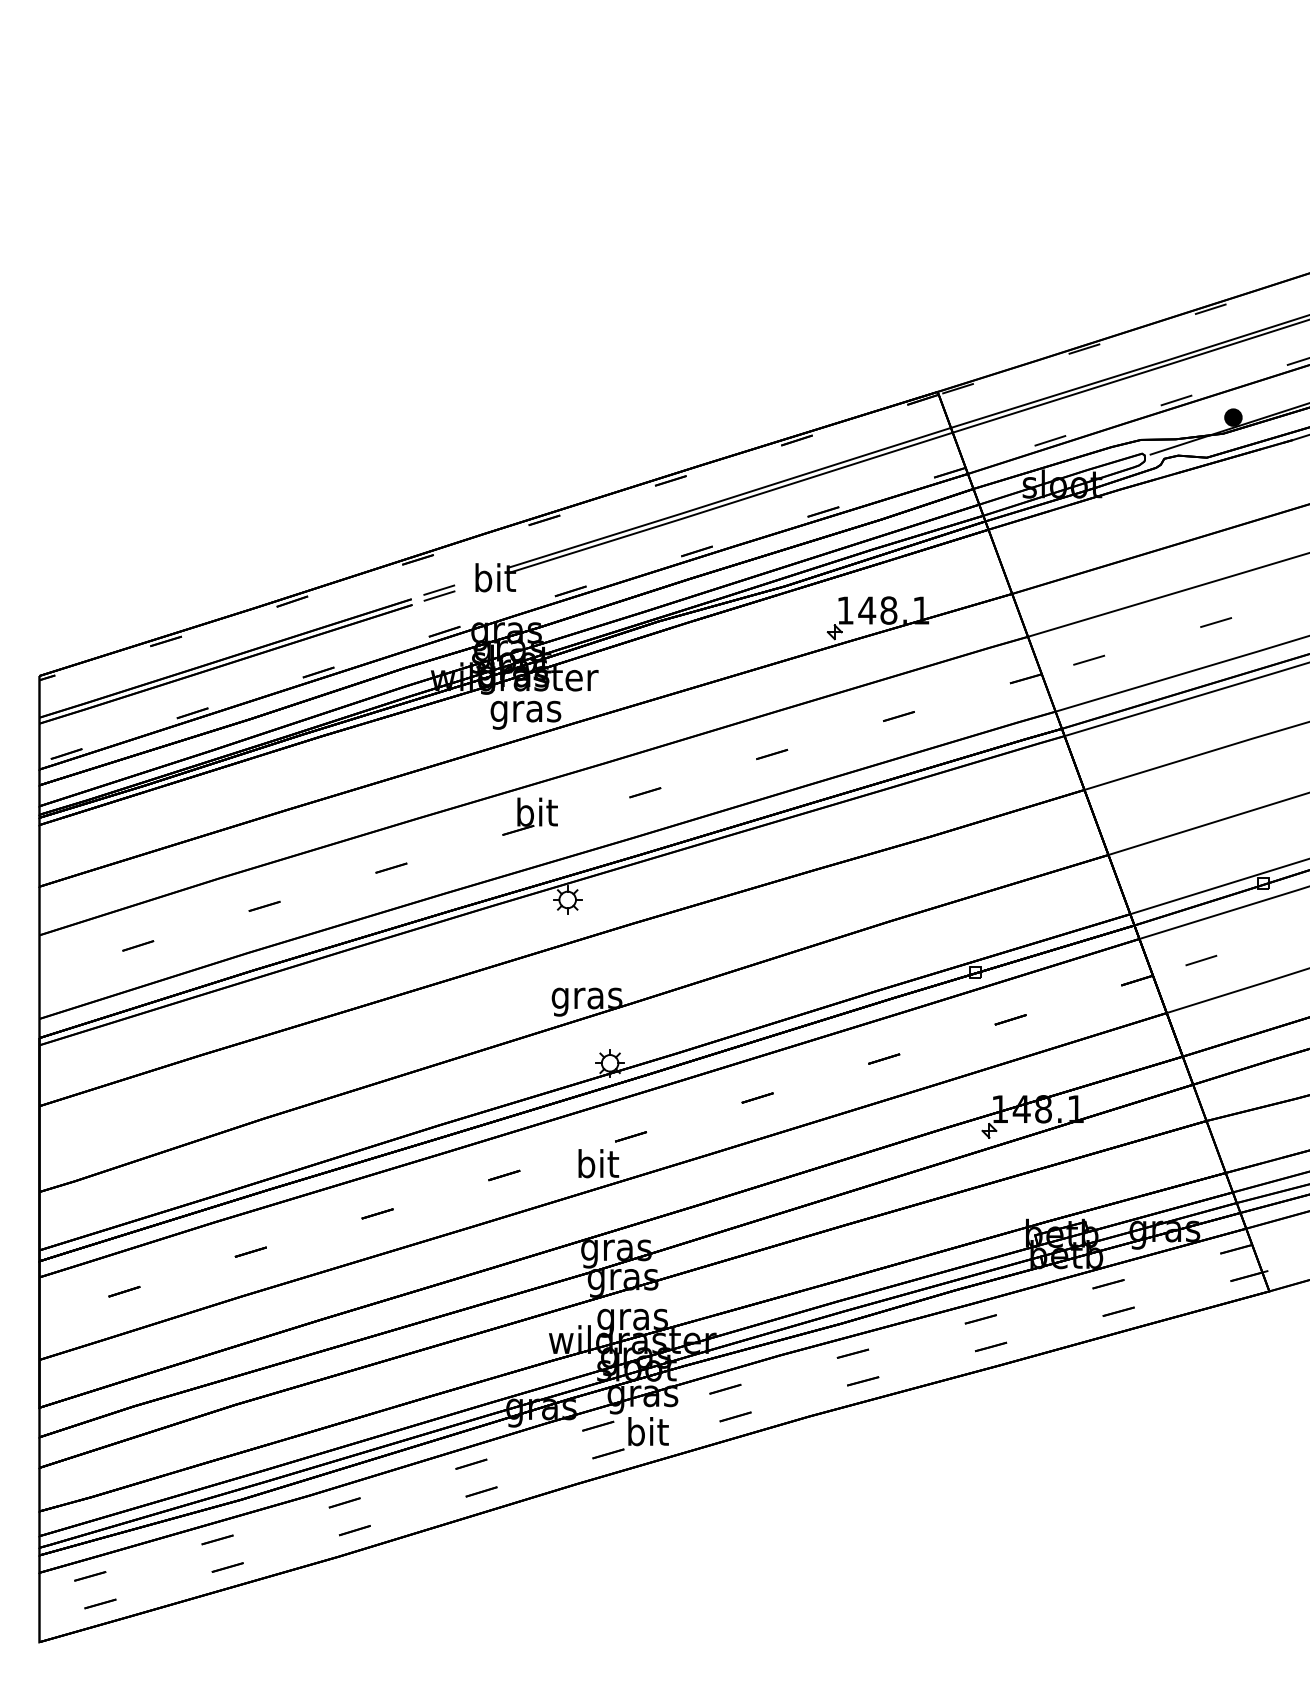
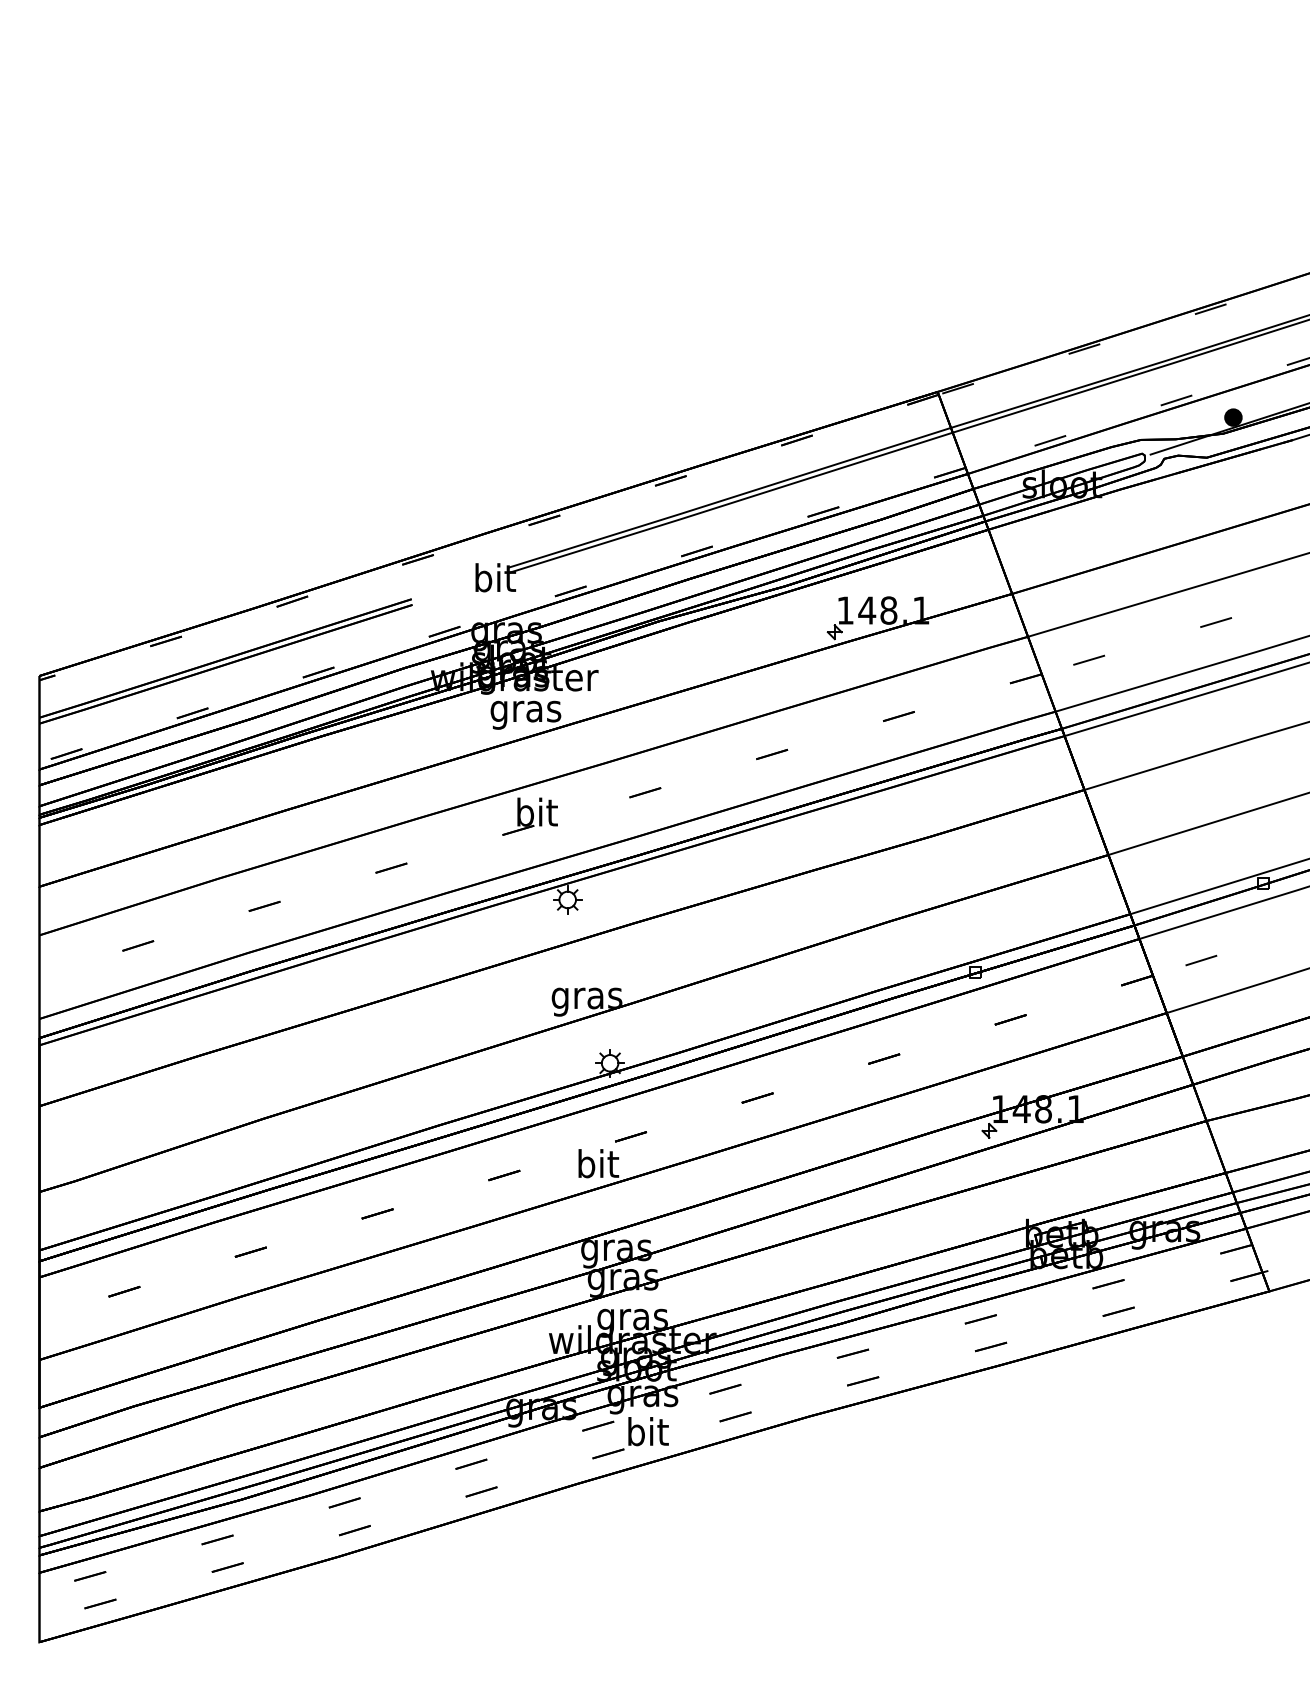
part at (439, 592): present -> none
